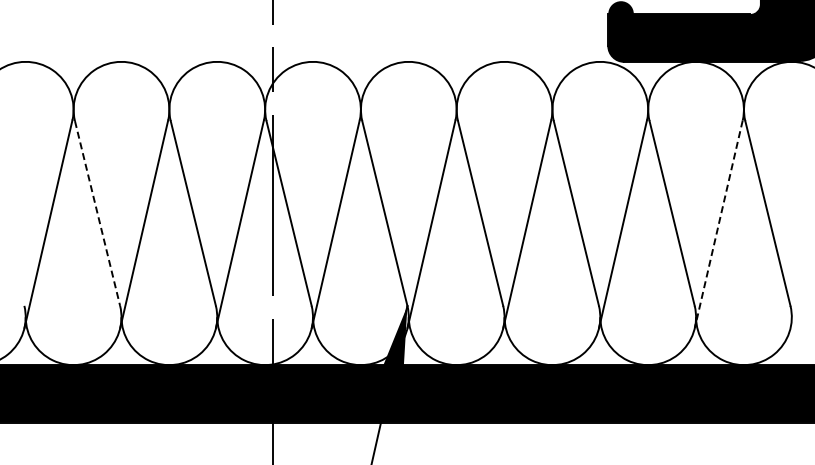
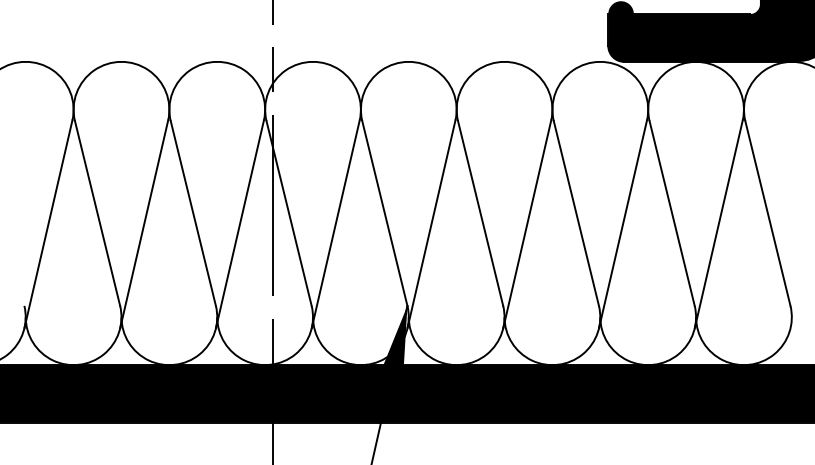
line at (97, 213): dashed -> solid
line at (718, 224): dashed -> solid
